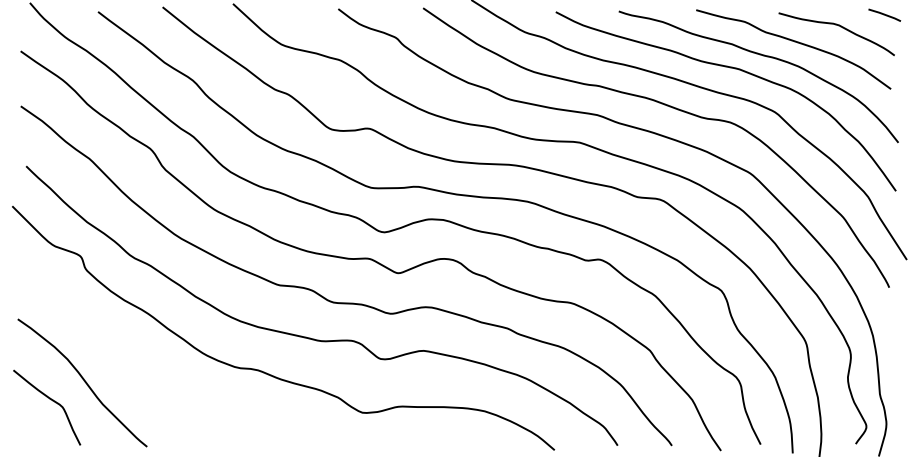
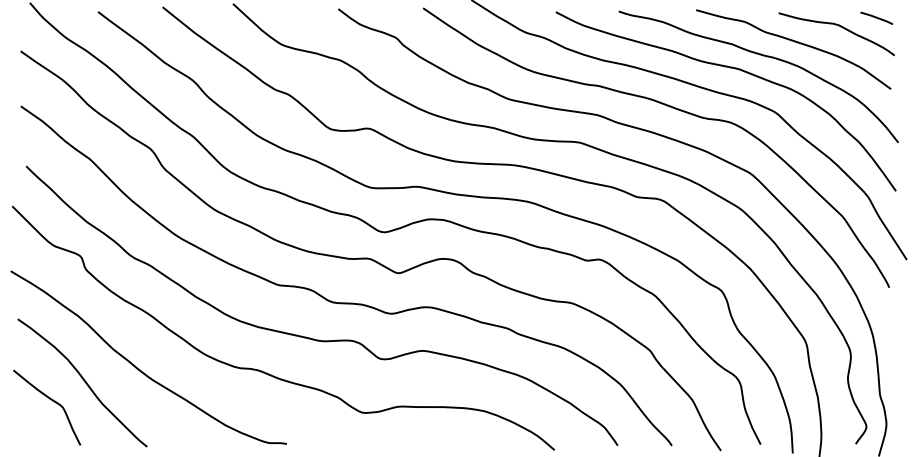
line at (884, 14) position: (884, 14) -> (876, 17)
curve at (140, 369): none -> present
